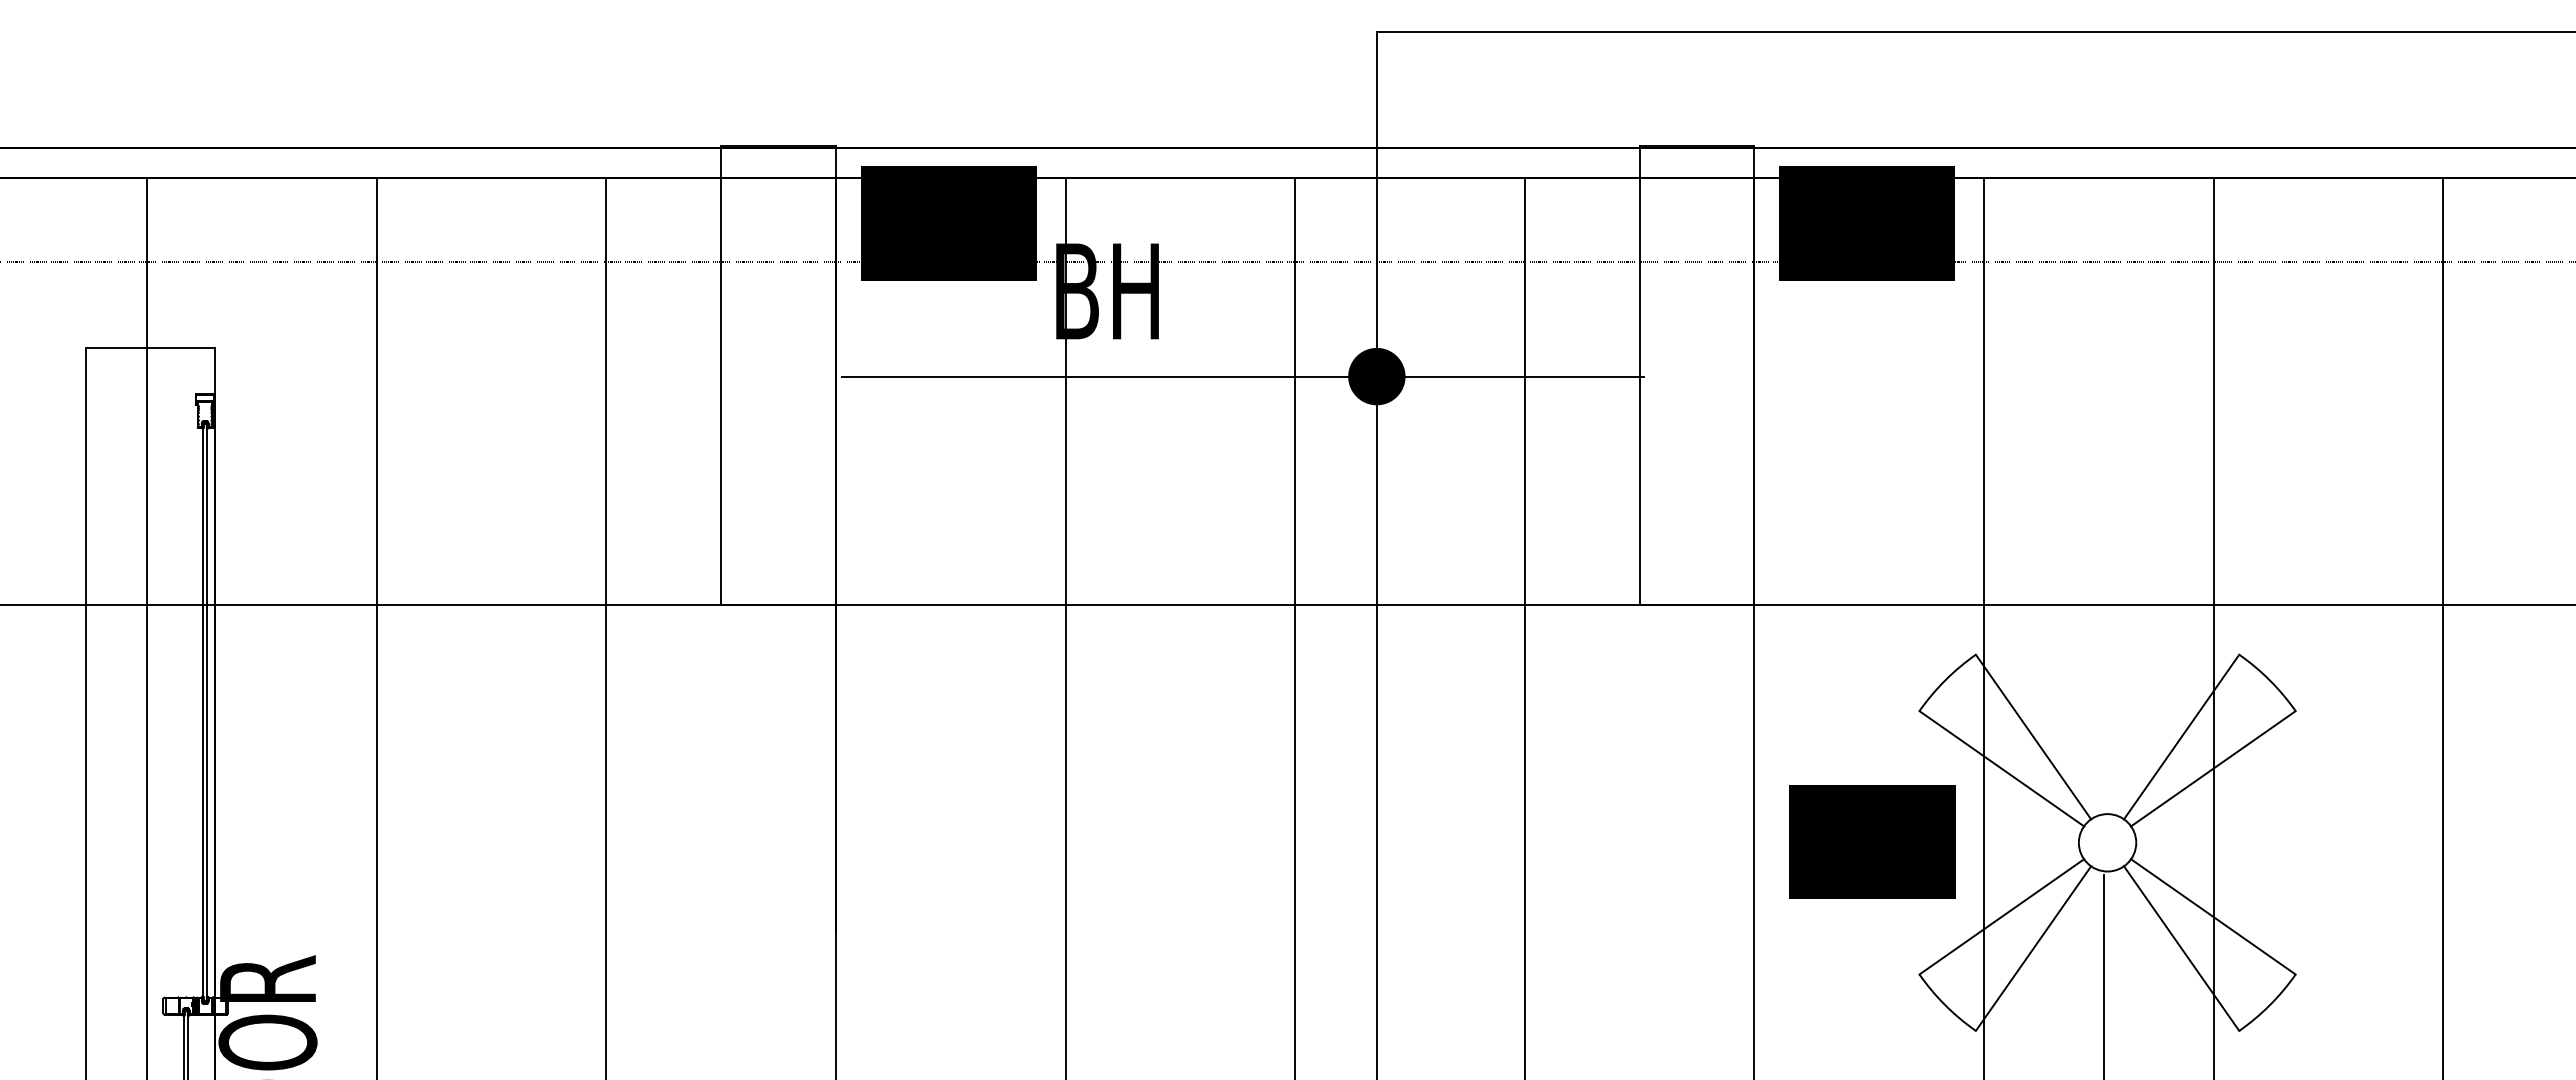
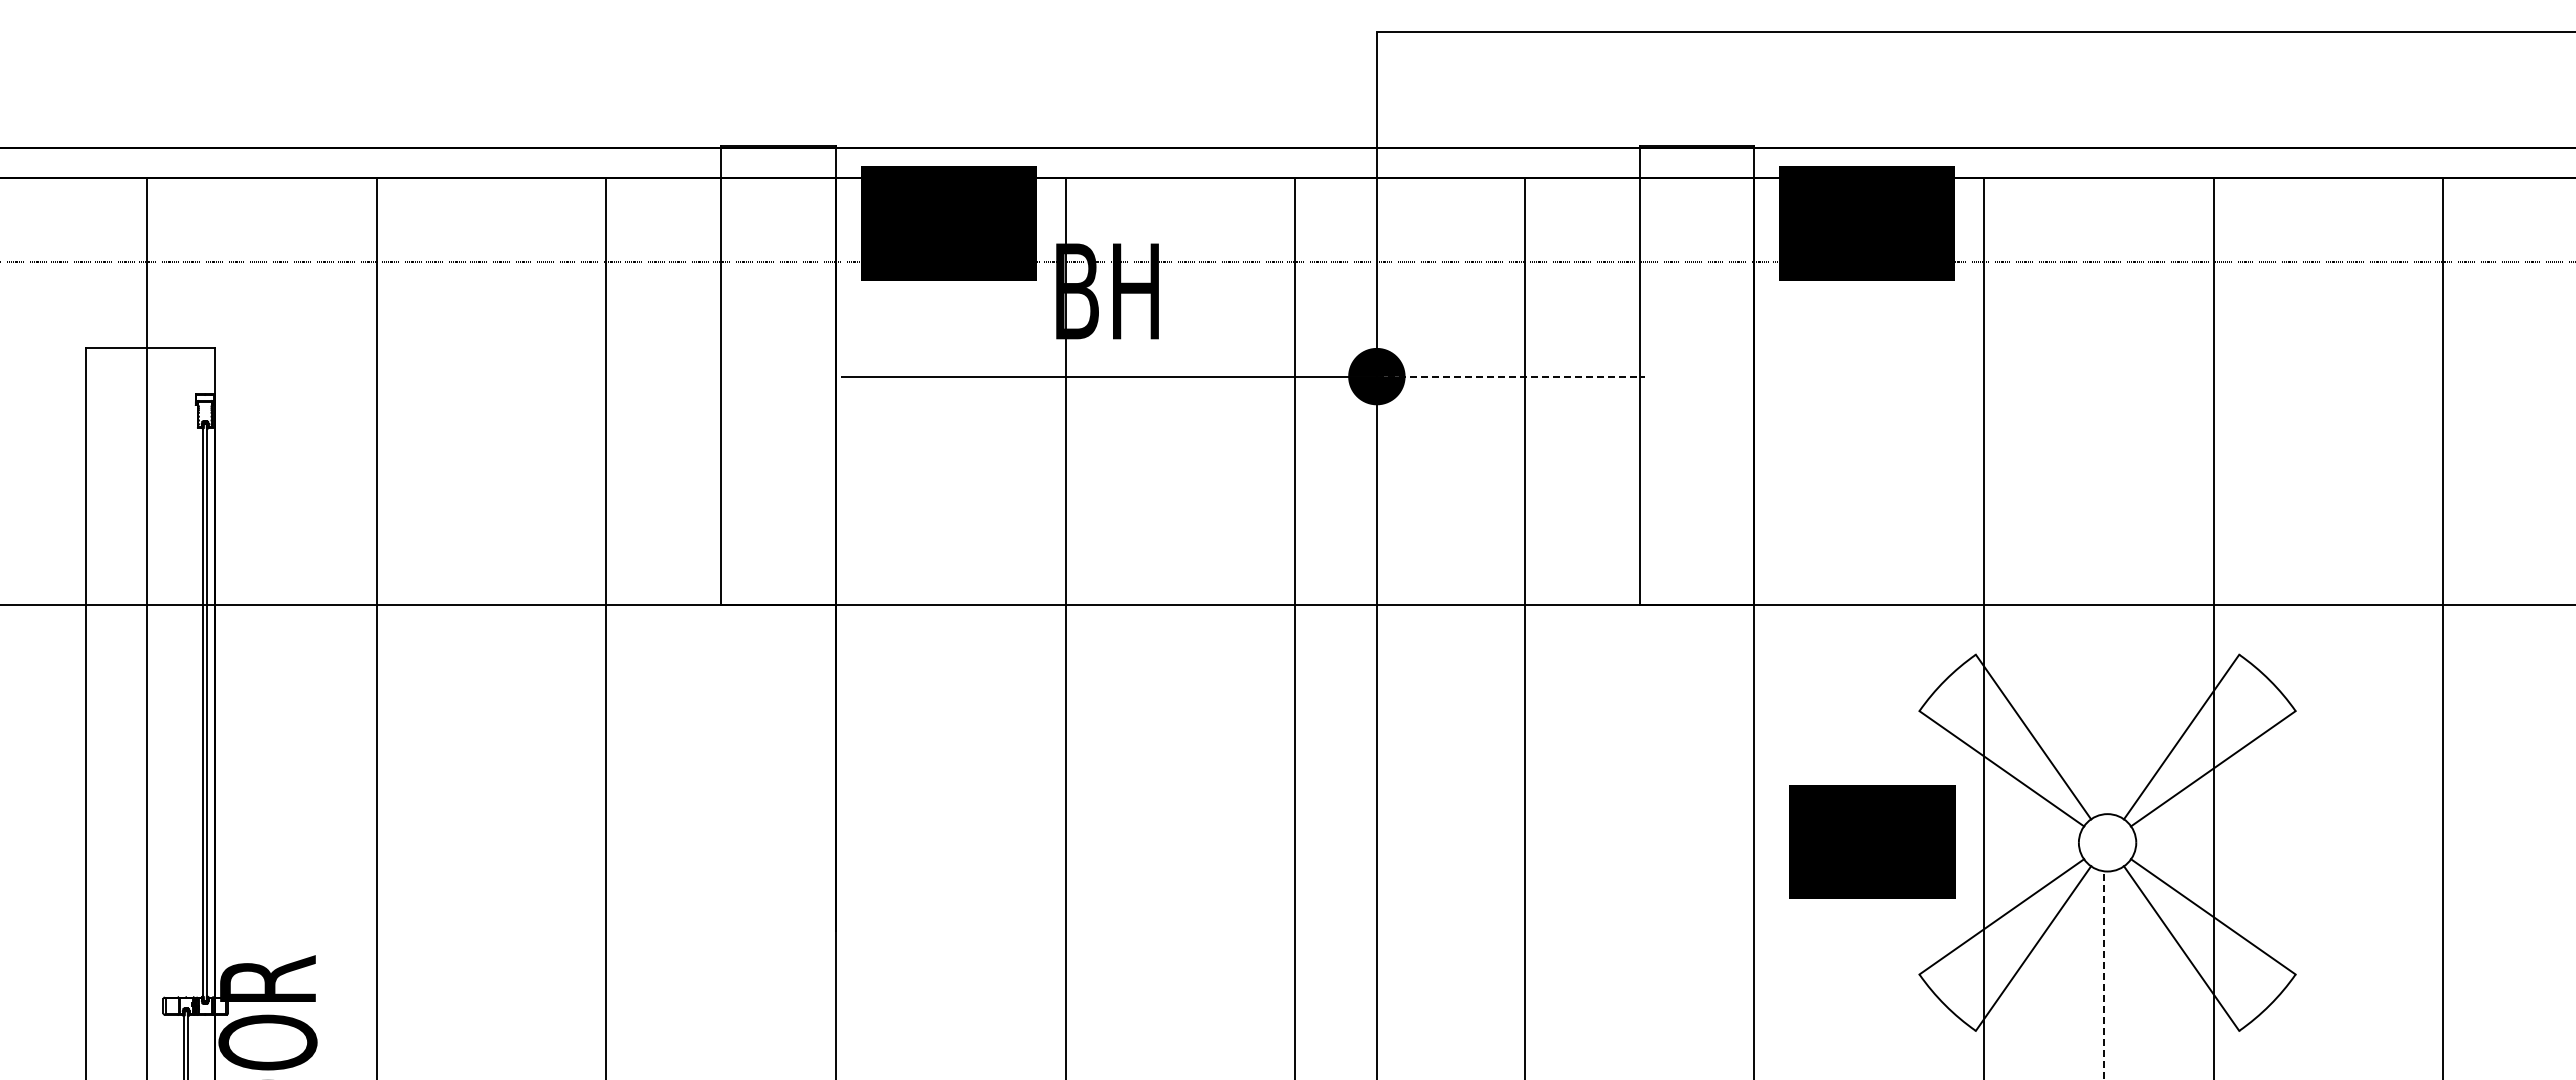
line at (1510, 376): solid -> dashed
line at (2103, 977): solid -> dashed
